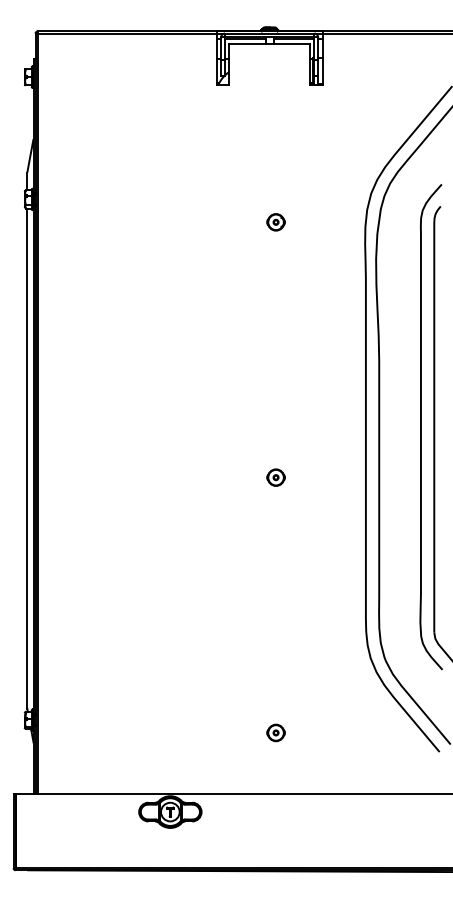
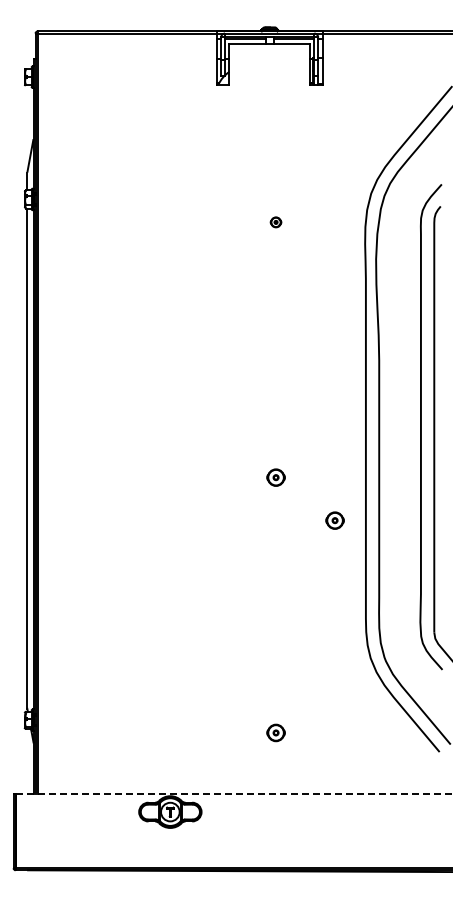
part at (275, 222) size: 20x19 px -> 14x13 px
part at (334, 520): none -> present
line at (234, 794): solid -> dashed
